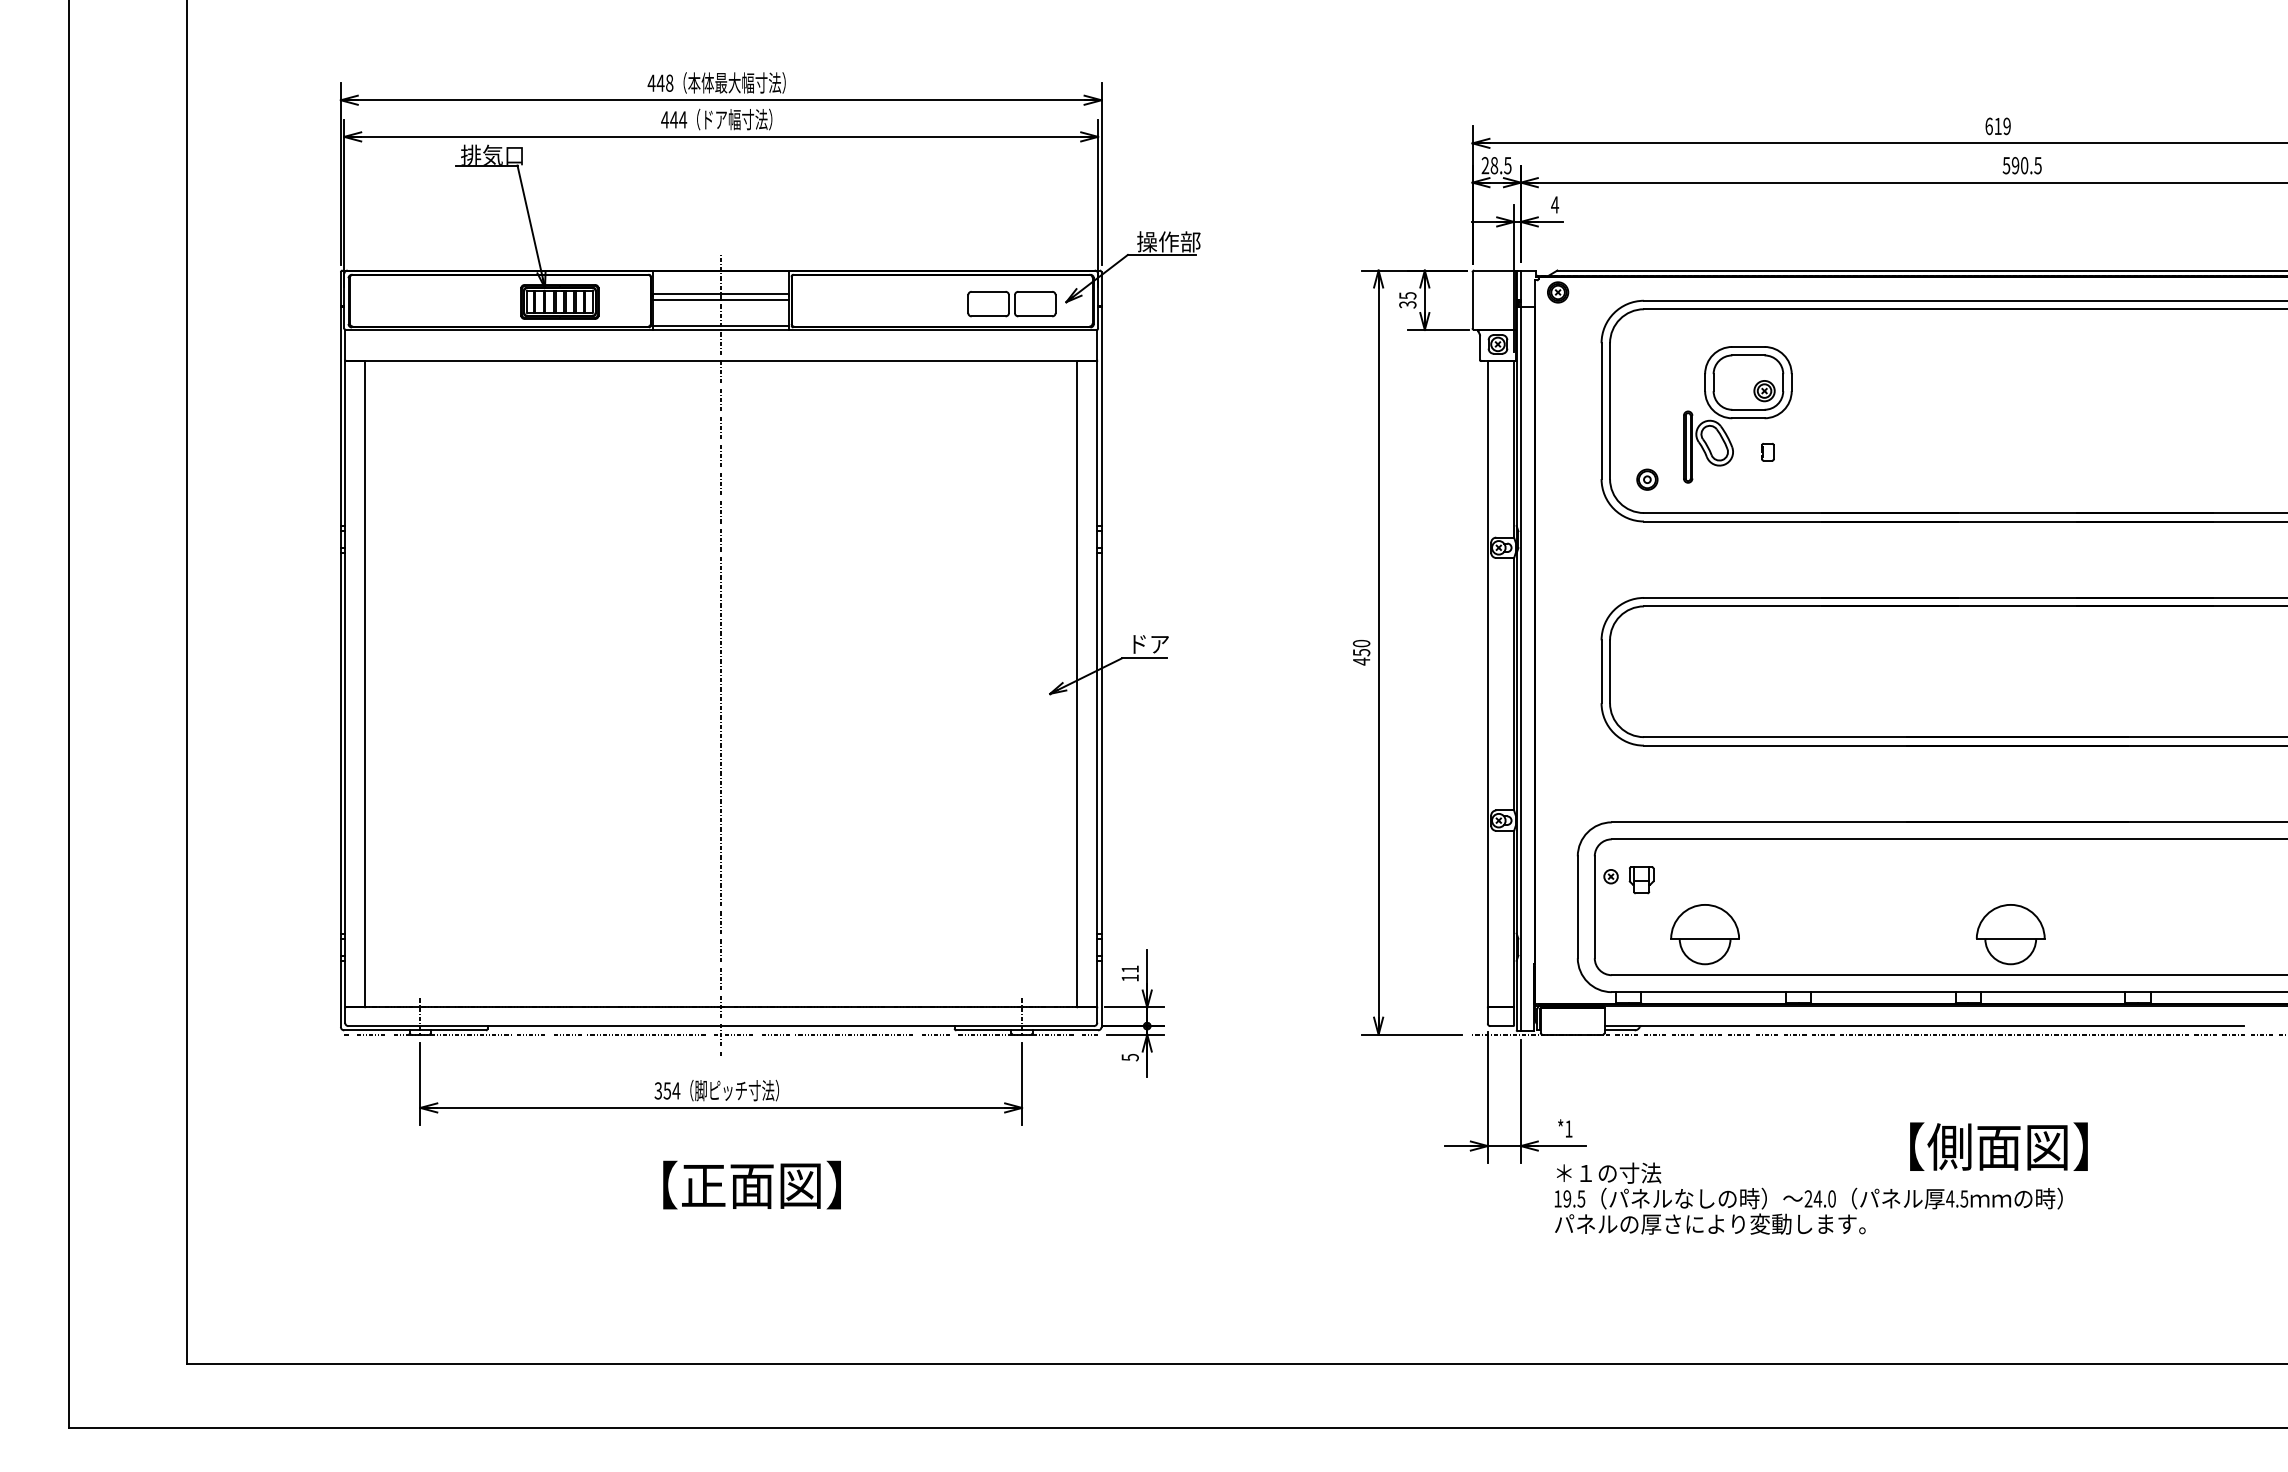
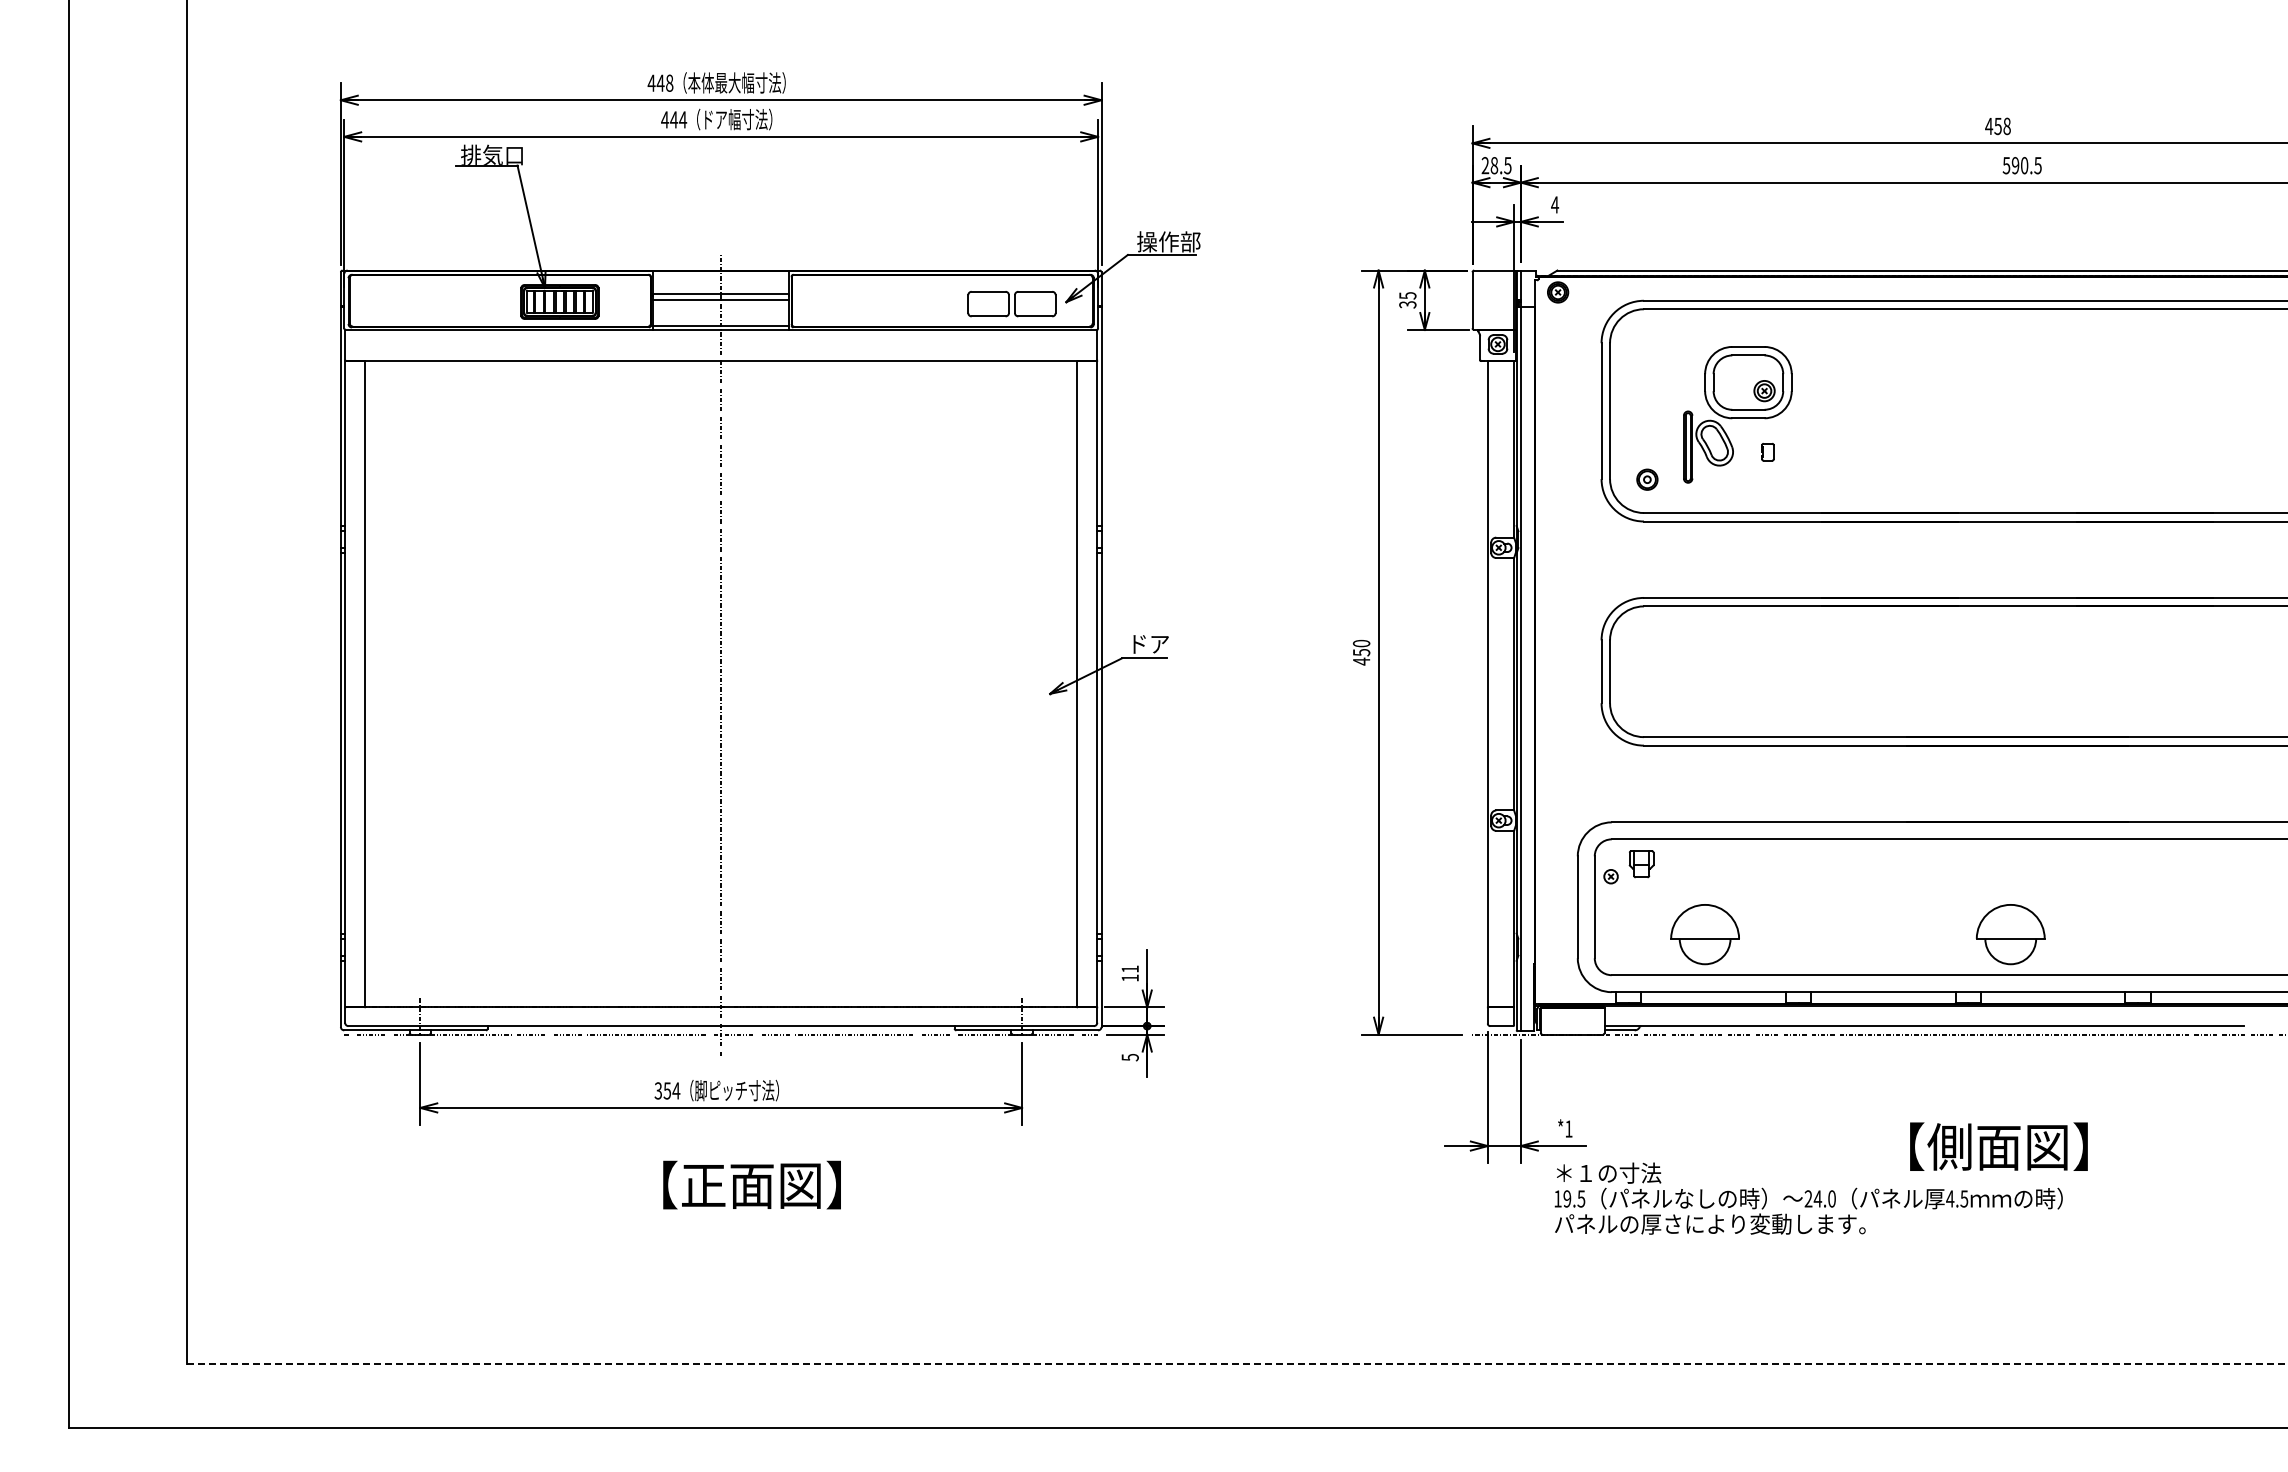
text at (1997, 126): 619 -> 458
part at (1641, 880) position: (1641, 880) -> (1641, 864)
line at (1237, 1364): solid -> dashed
